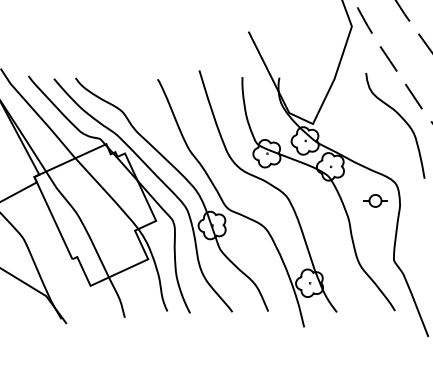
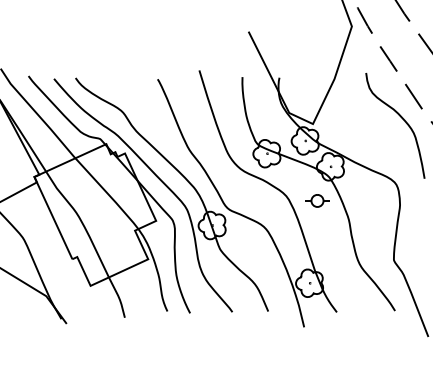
part at (375, 200) position: (375, 200) -> (317, 200)
